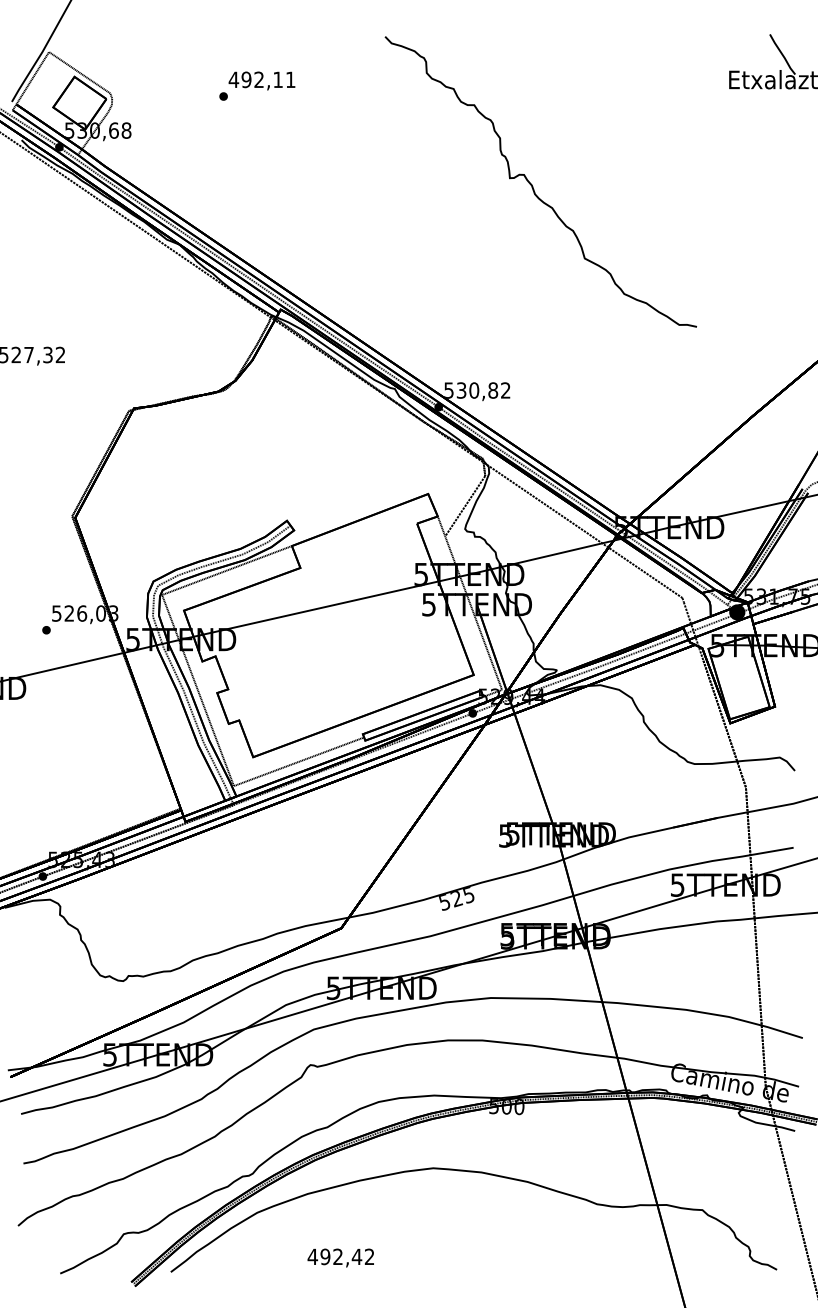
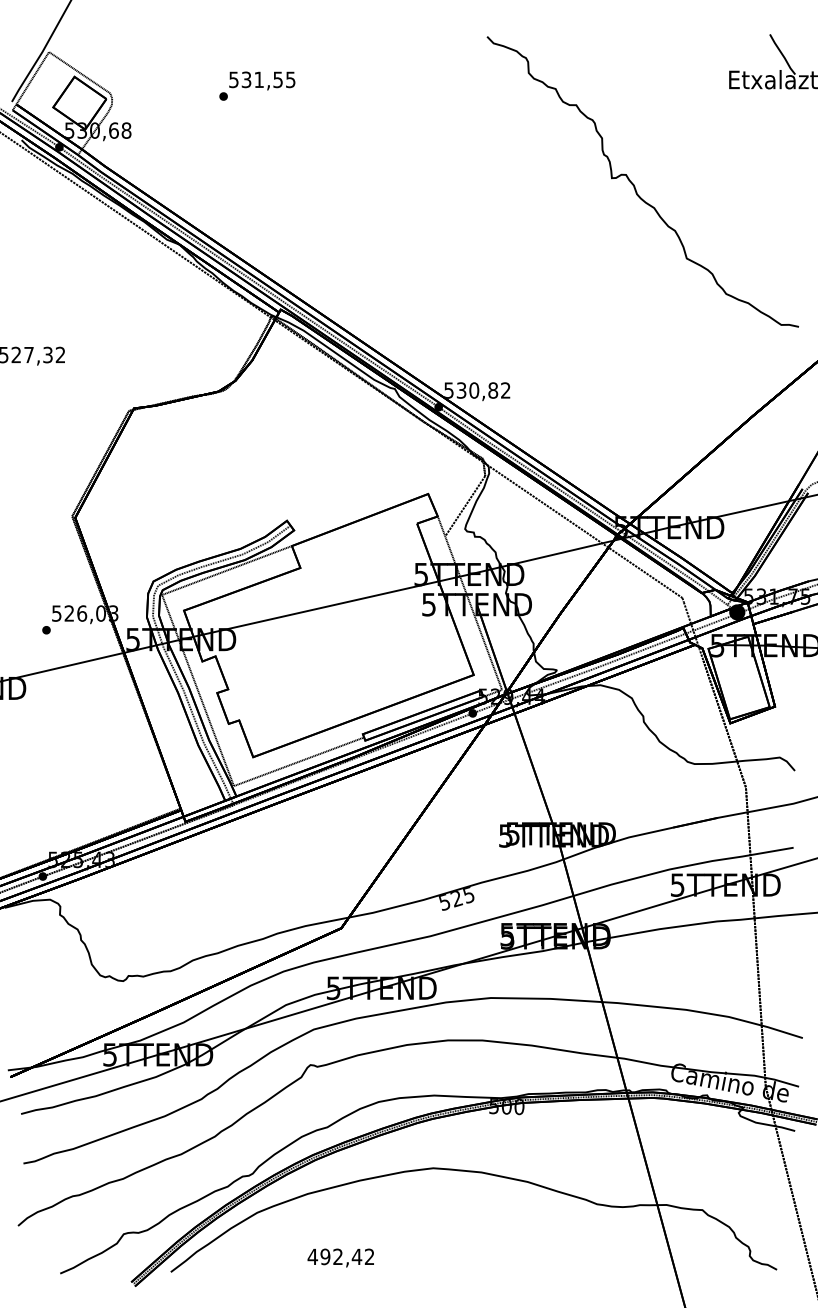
text at (261, 79): 492,11 -> 531,55
curve at (532, 184) position: (532, 184) -> (634, 184)
